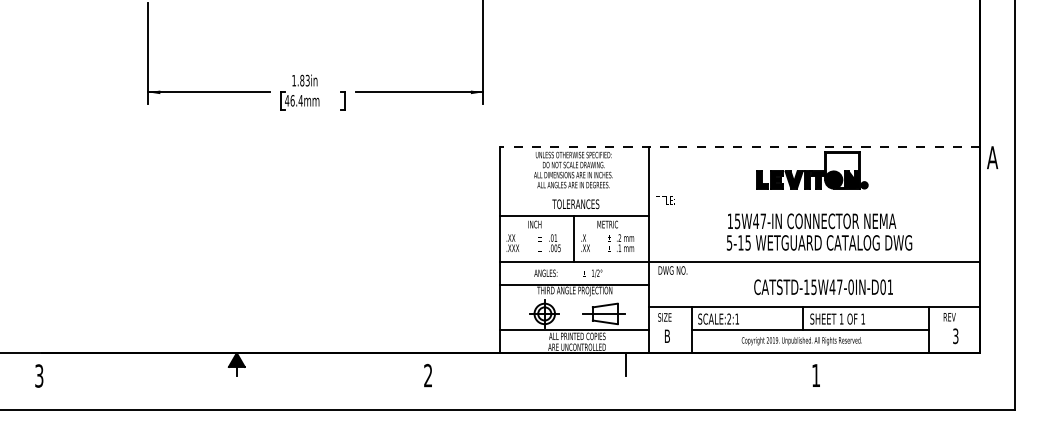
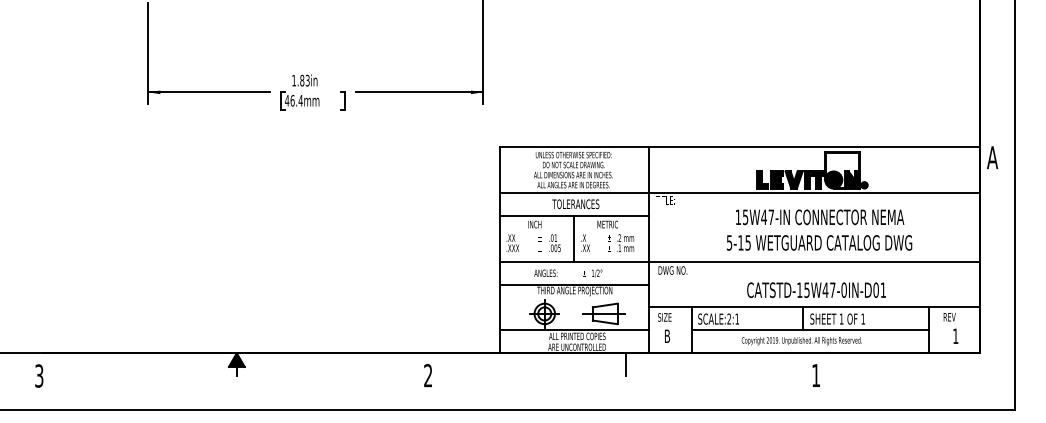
line at (739, 147): dashed -> solid
line at (739, 193): none -> present
text at (812, 221) position: (812, 221) -> (820, 217)
text at (823, 287) position: (823, 287) -> (816, 290)
text at (955, 336): 3 -> 1
